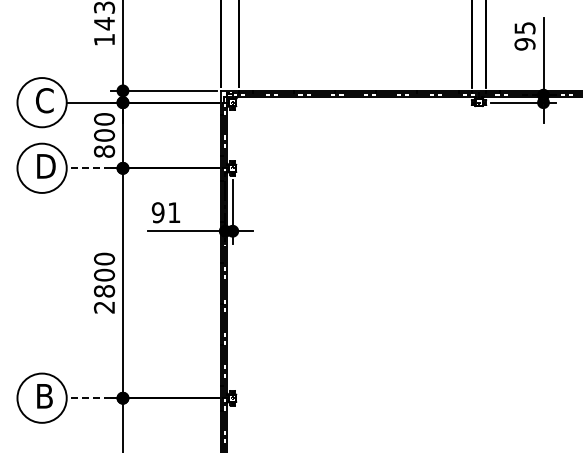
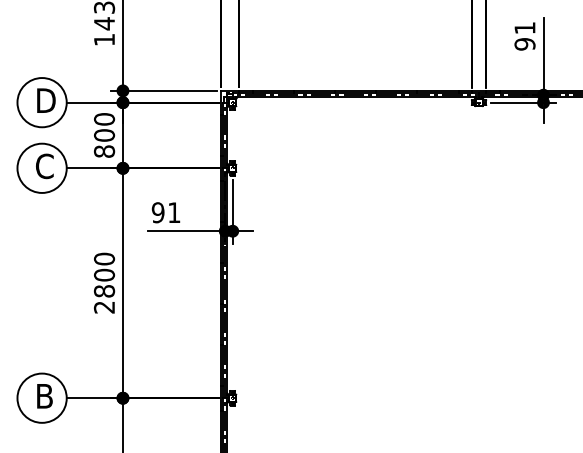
text at (524, 28): 95 -> 91
text at (45, 100): C -> D
text at (45, 166): D -> C
line at (88, 168): dashed -> solid
line at (88, 398): dashed -> solid
